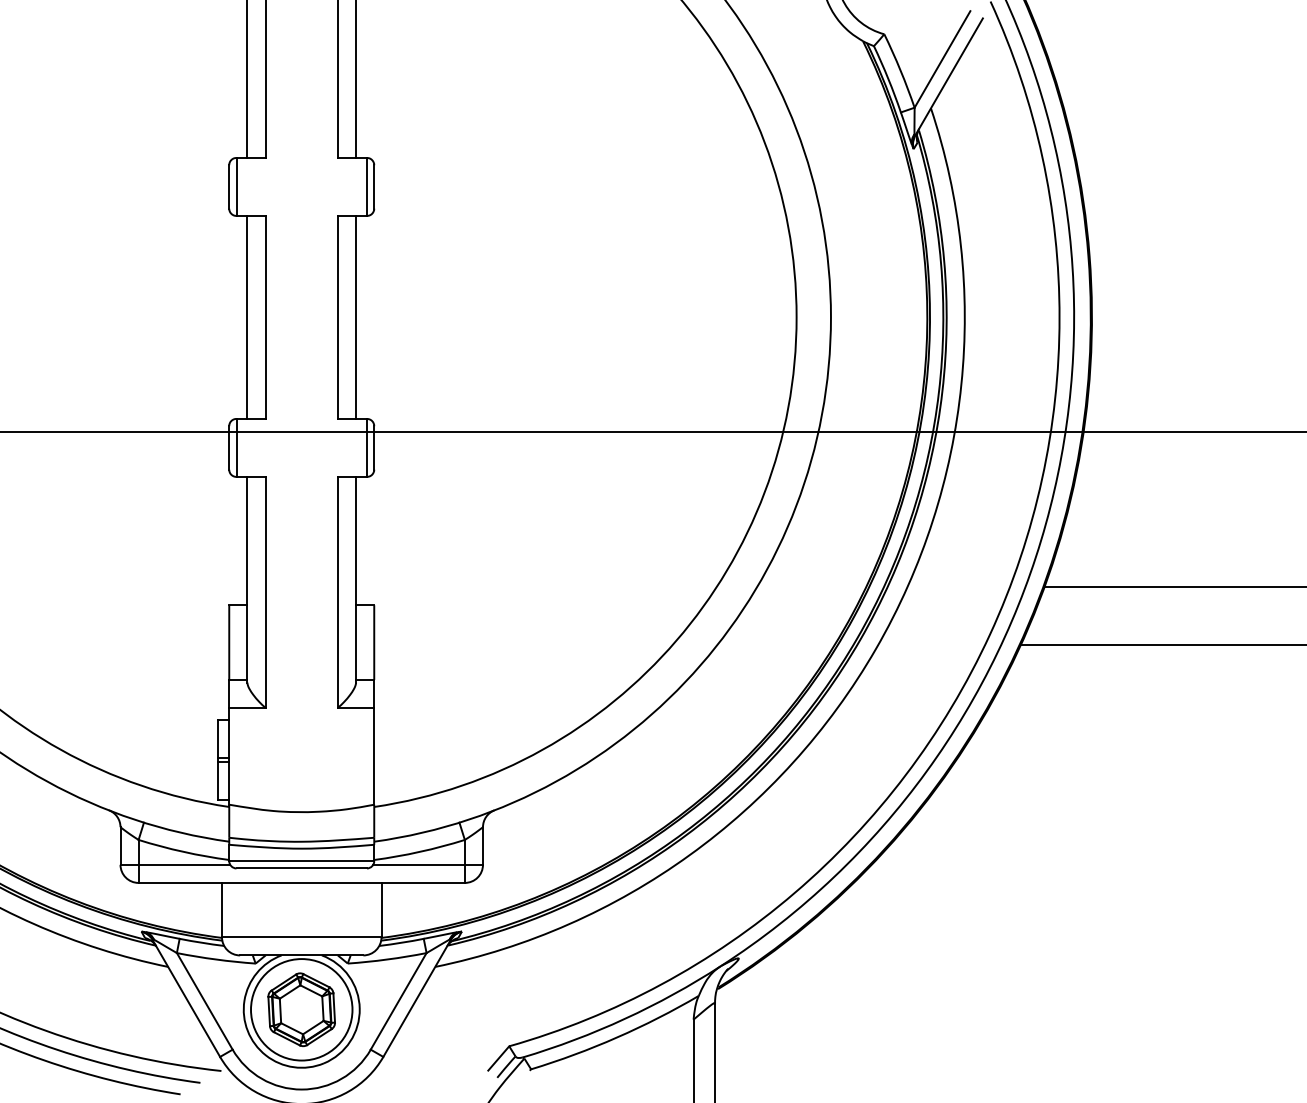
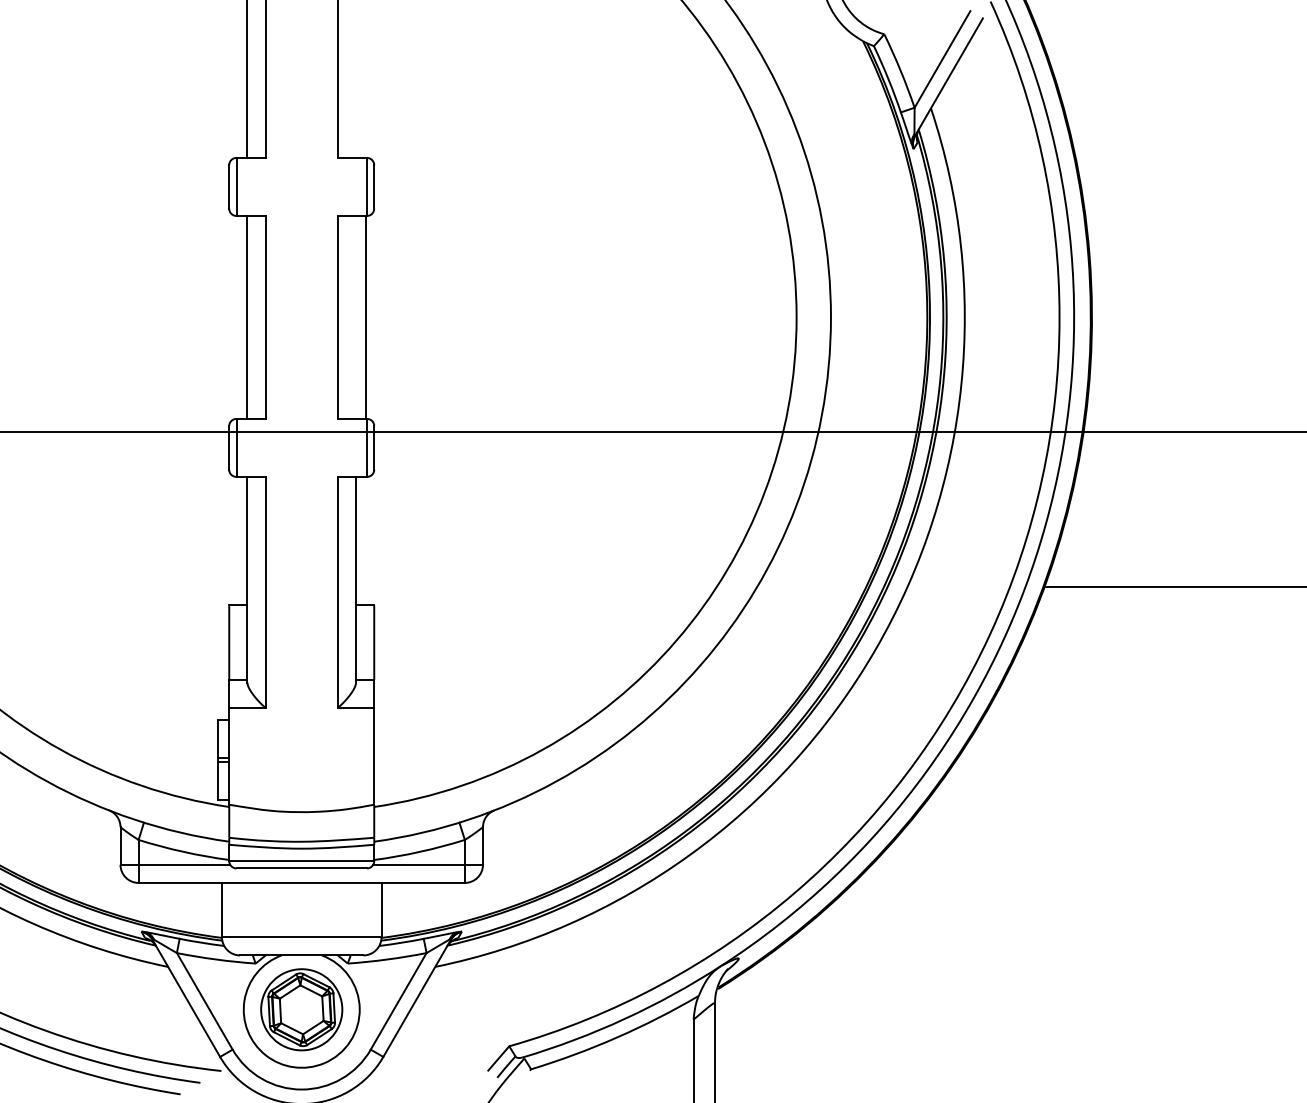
line at (356, 79): present -> none
line at (356, 316) position: (356, 316) -> (366, 316)
line at (1161, 645): present -> none
circle at (301, 1009) diameter: 101 px -> 81 px
